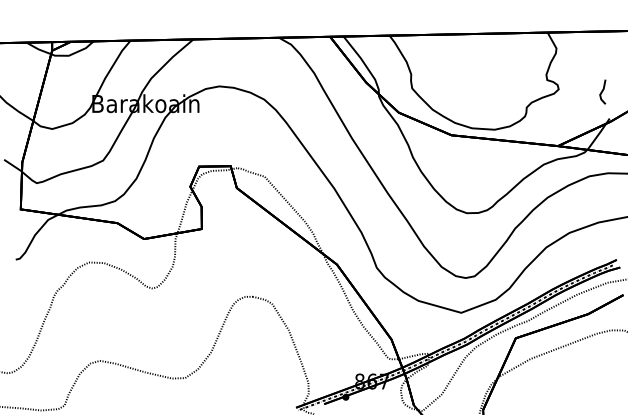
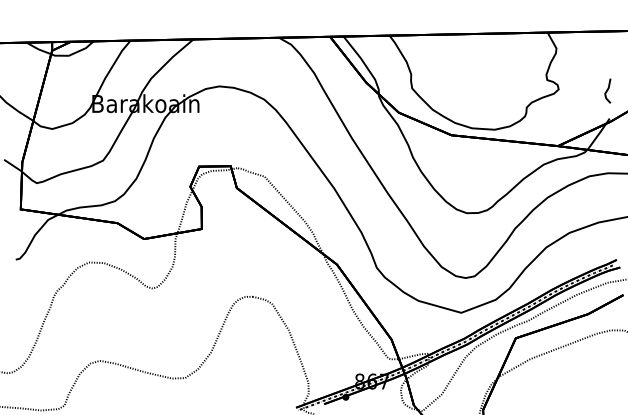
line at (602, 91) position: (602, 91) -> (607, 90)
